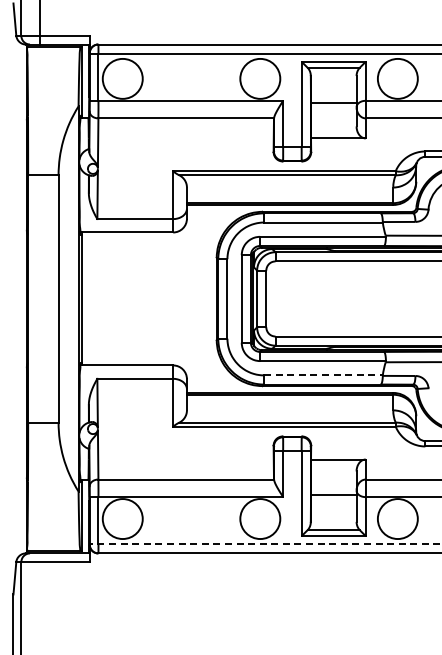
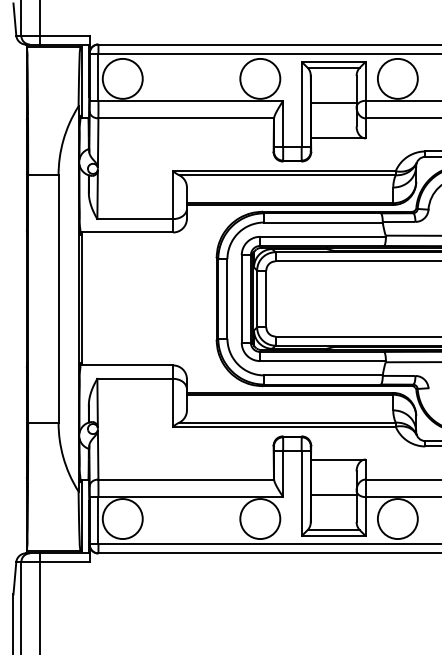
line at (323, 375): dashed -> solid
line at (265, 544): dashed -> solid
line at (39, 602): none -> present
